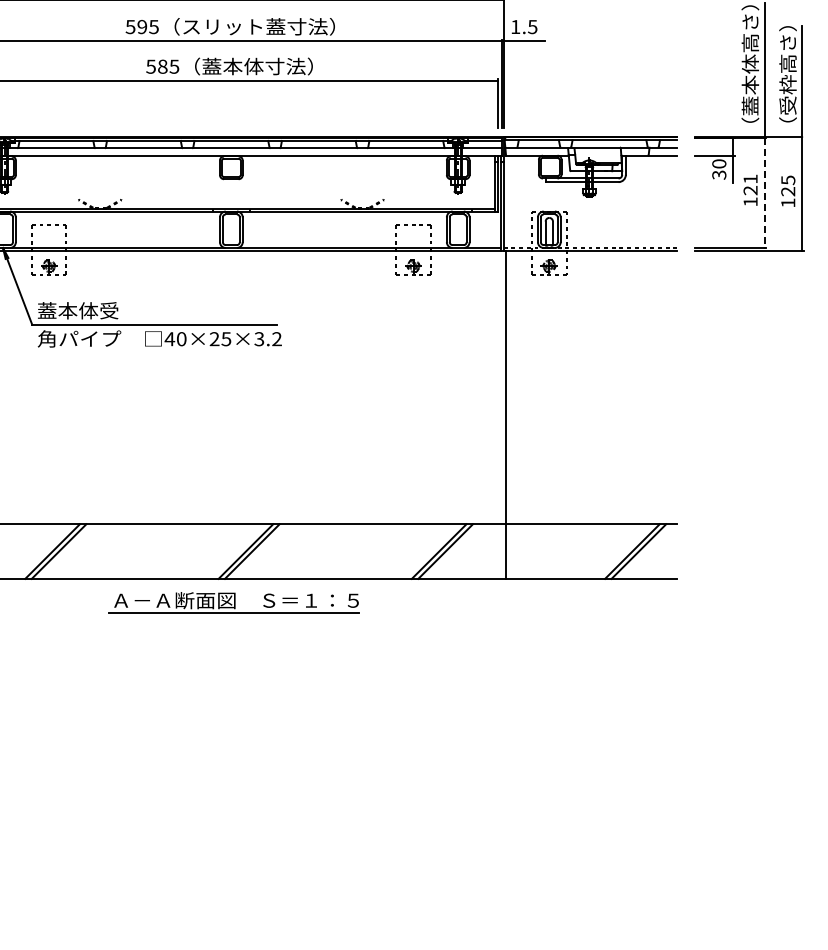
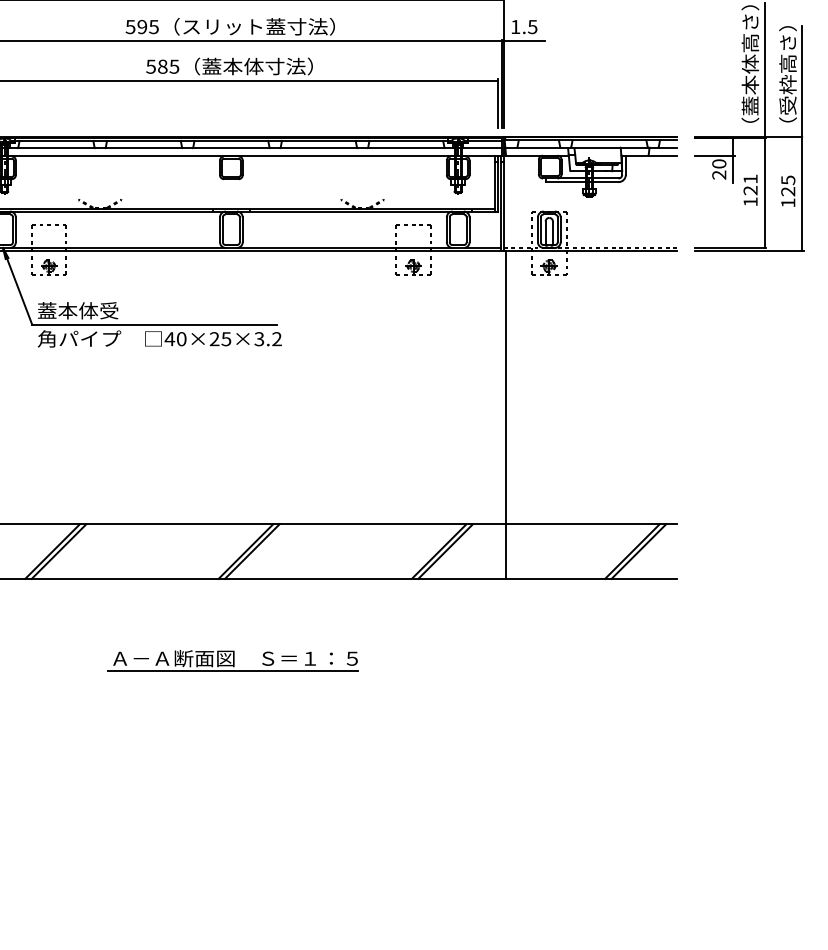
text at (719, 174): 30 -> 20
line at (764, 193): dashed -> solid
part at (233, 602) position: (233, 602) -> (232, 660)
